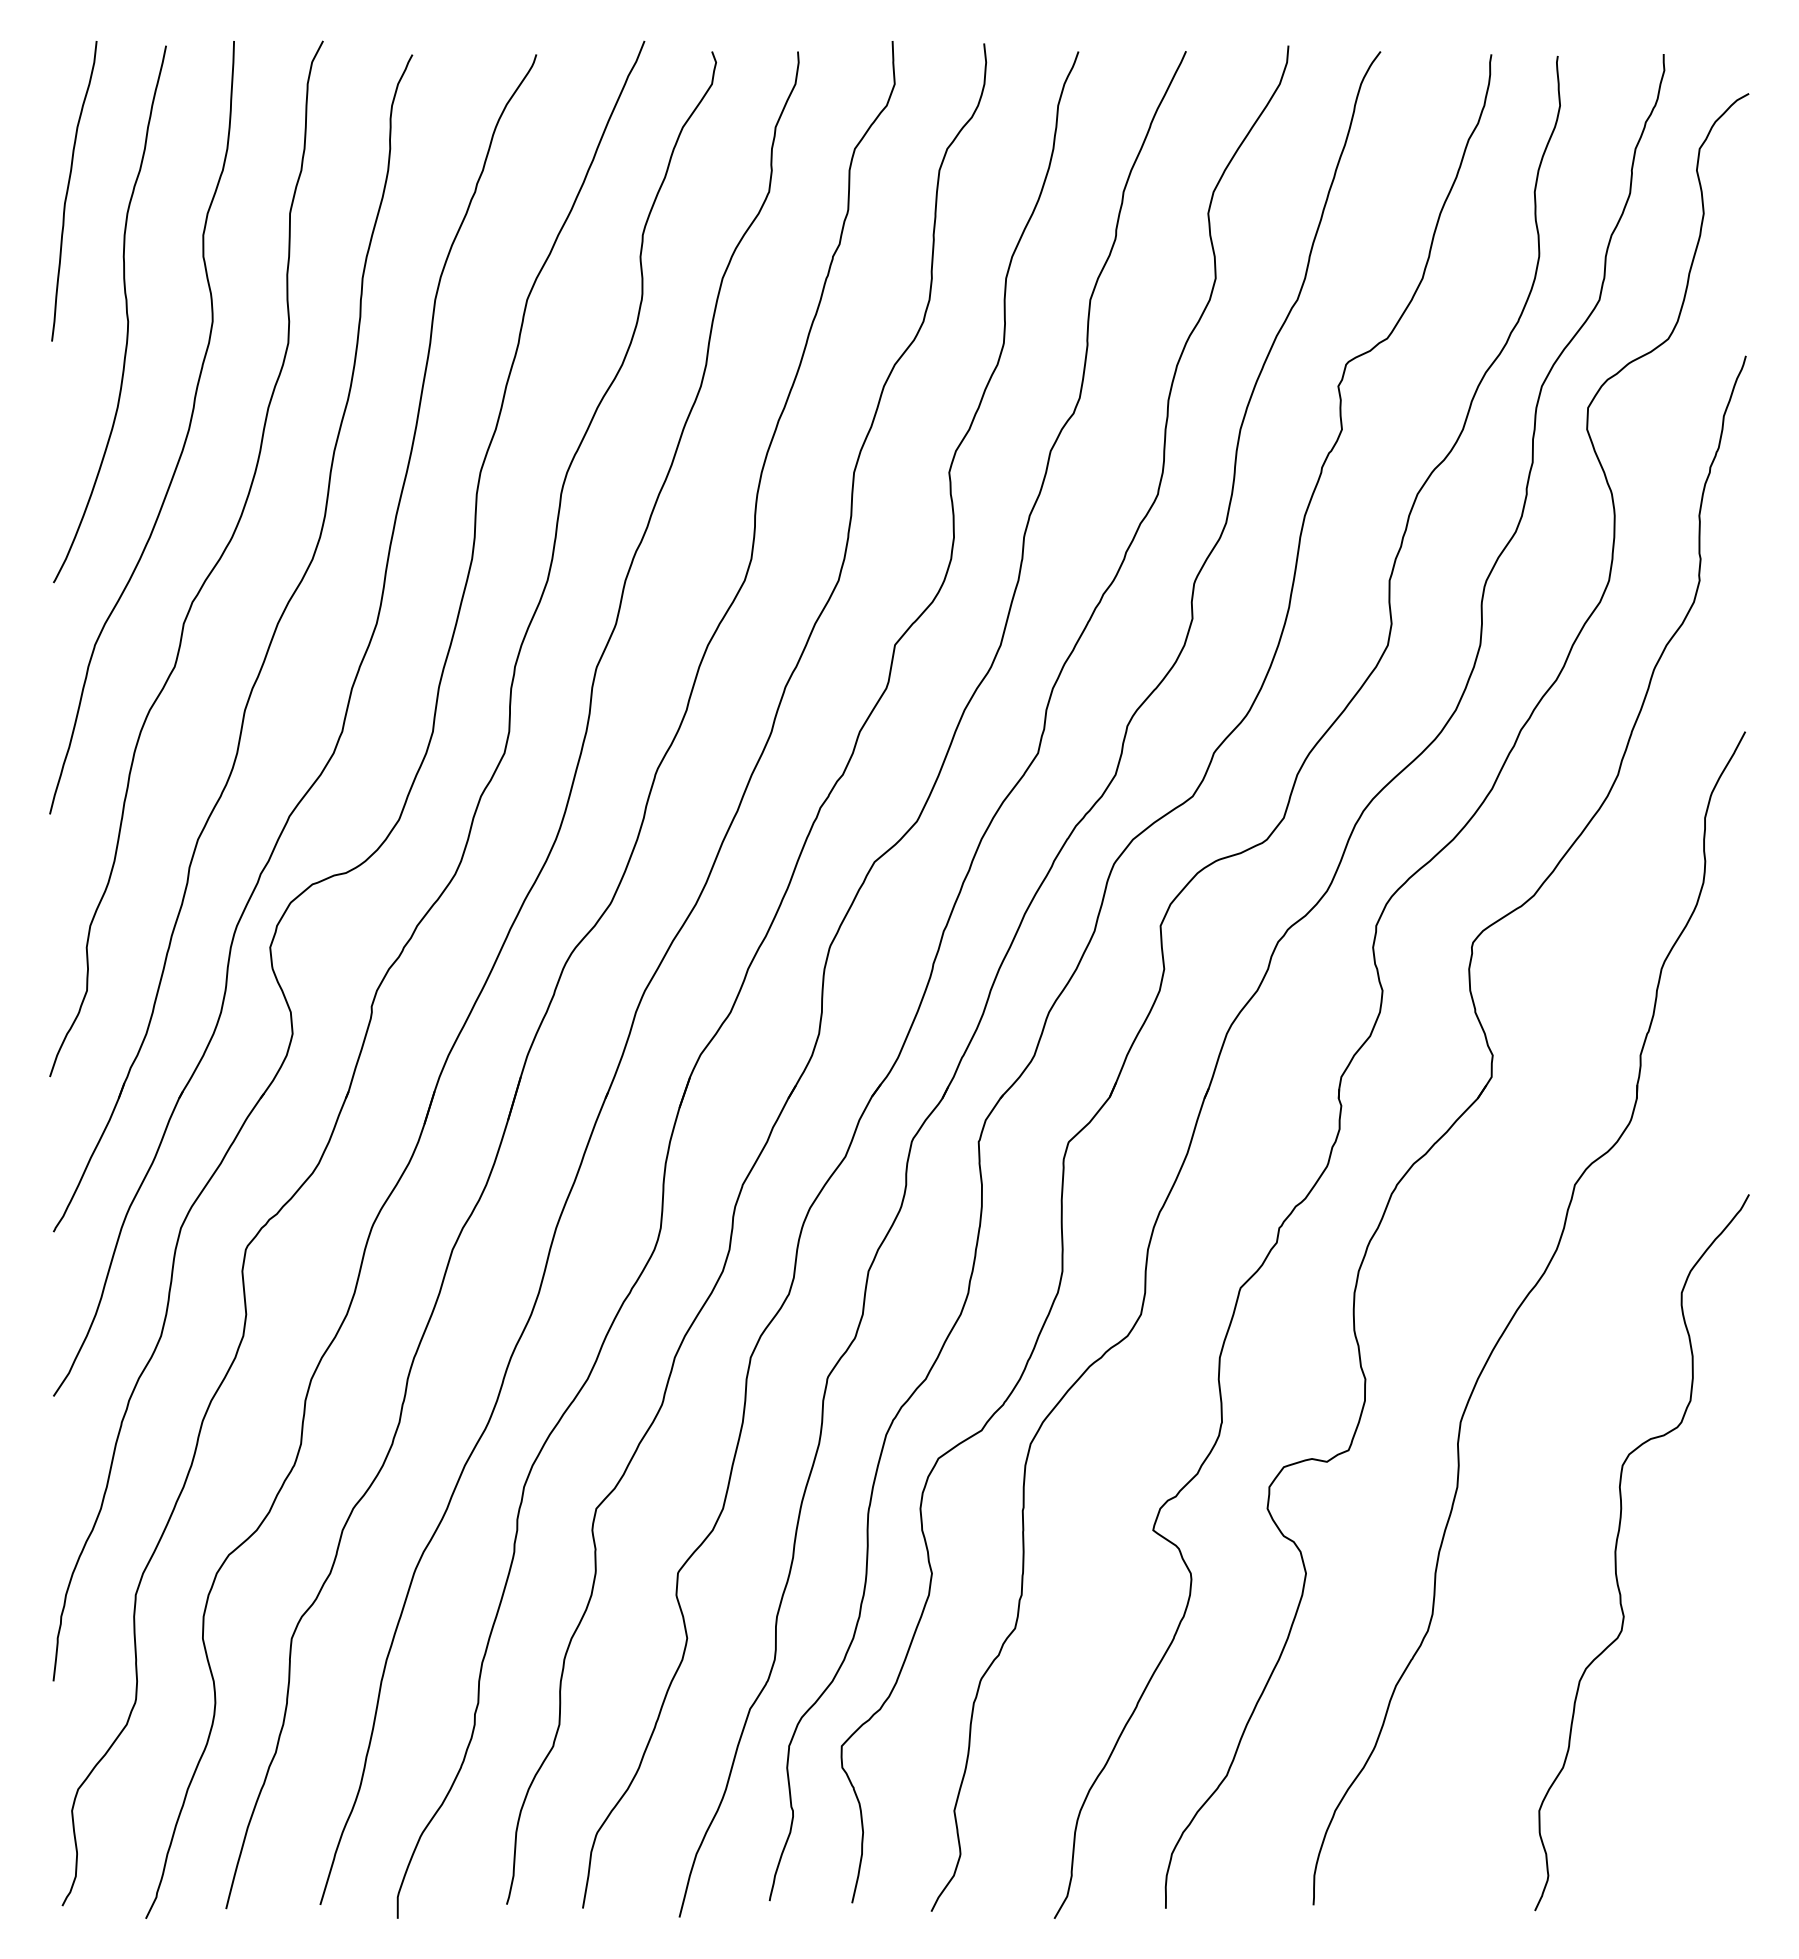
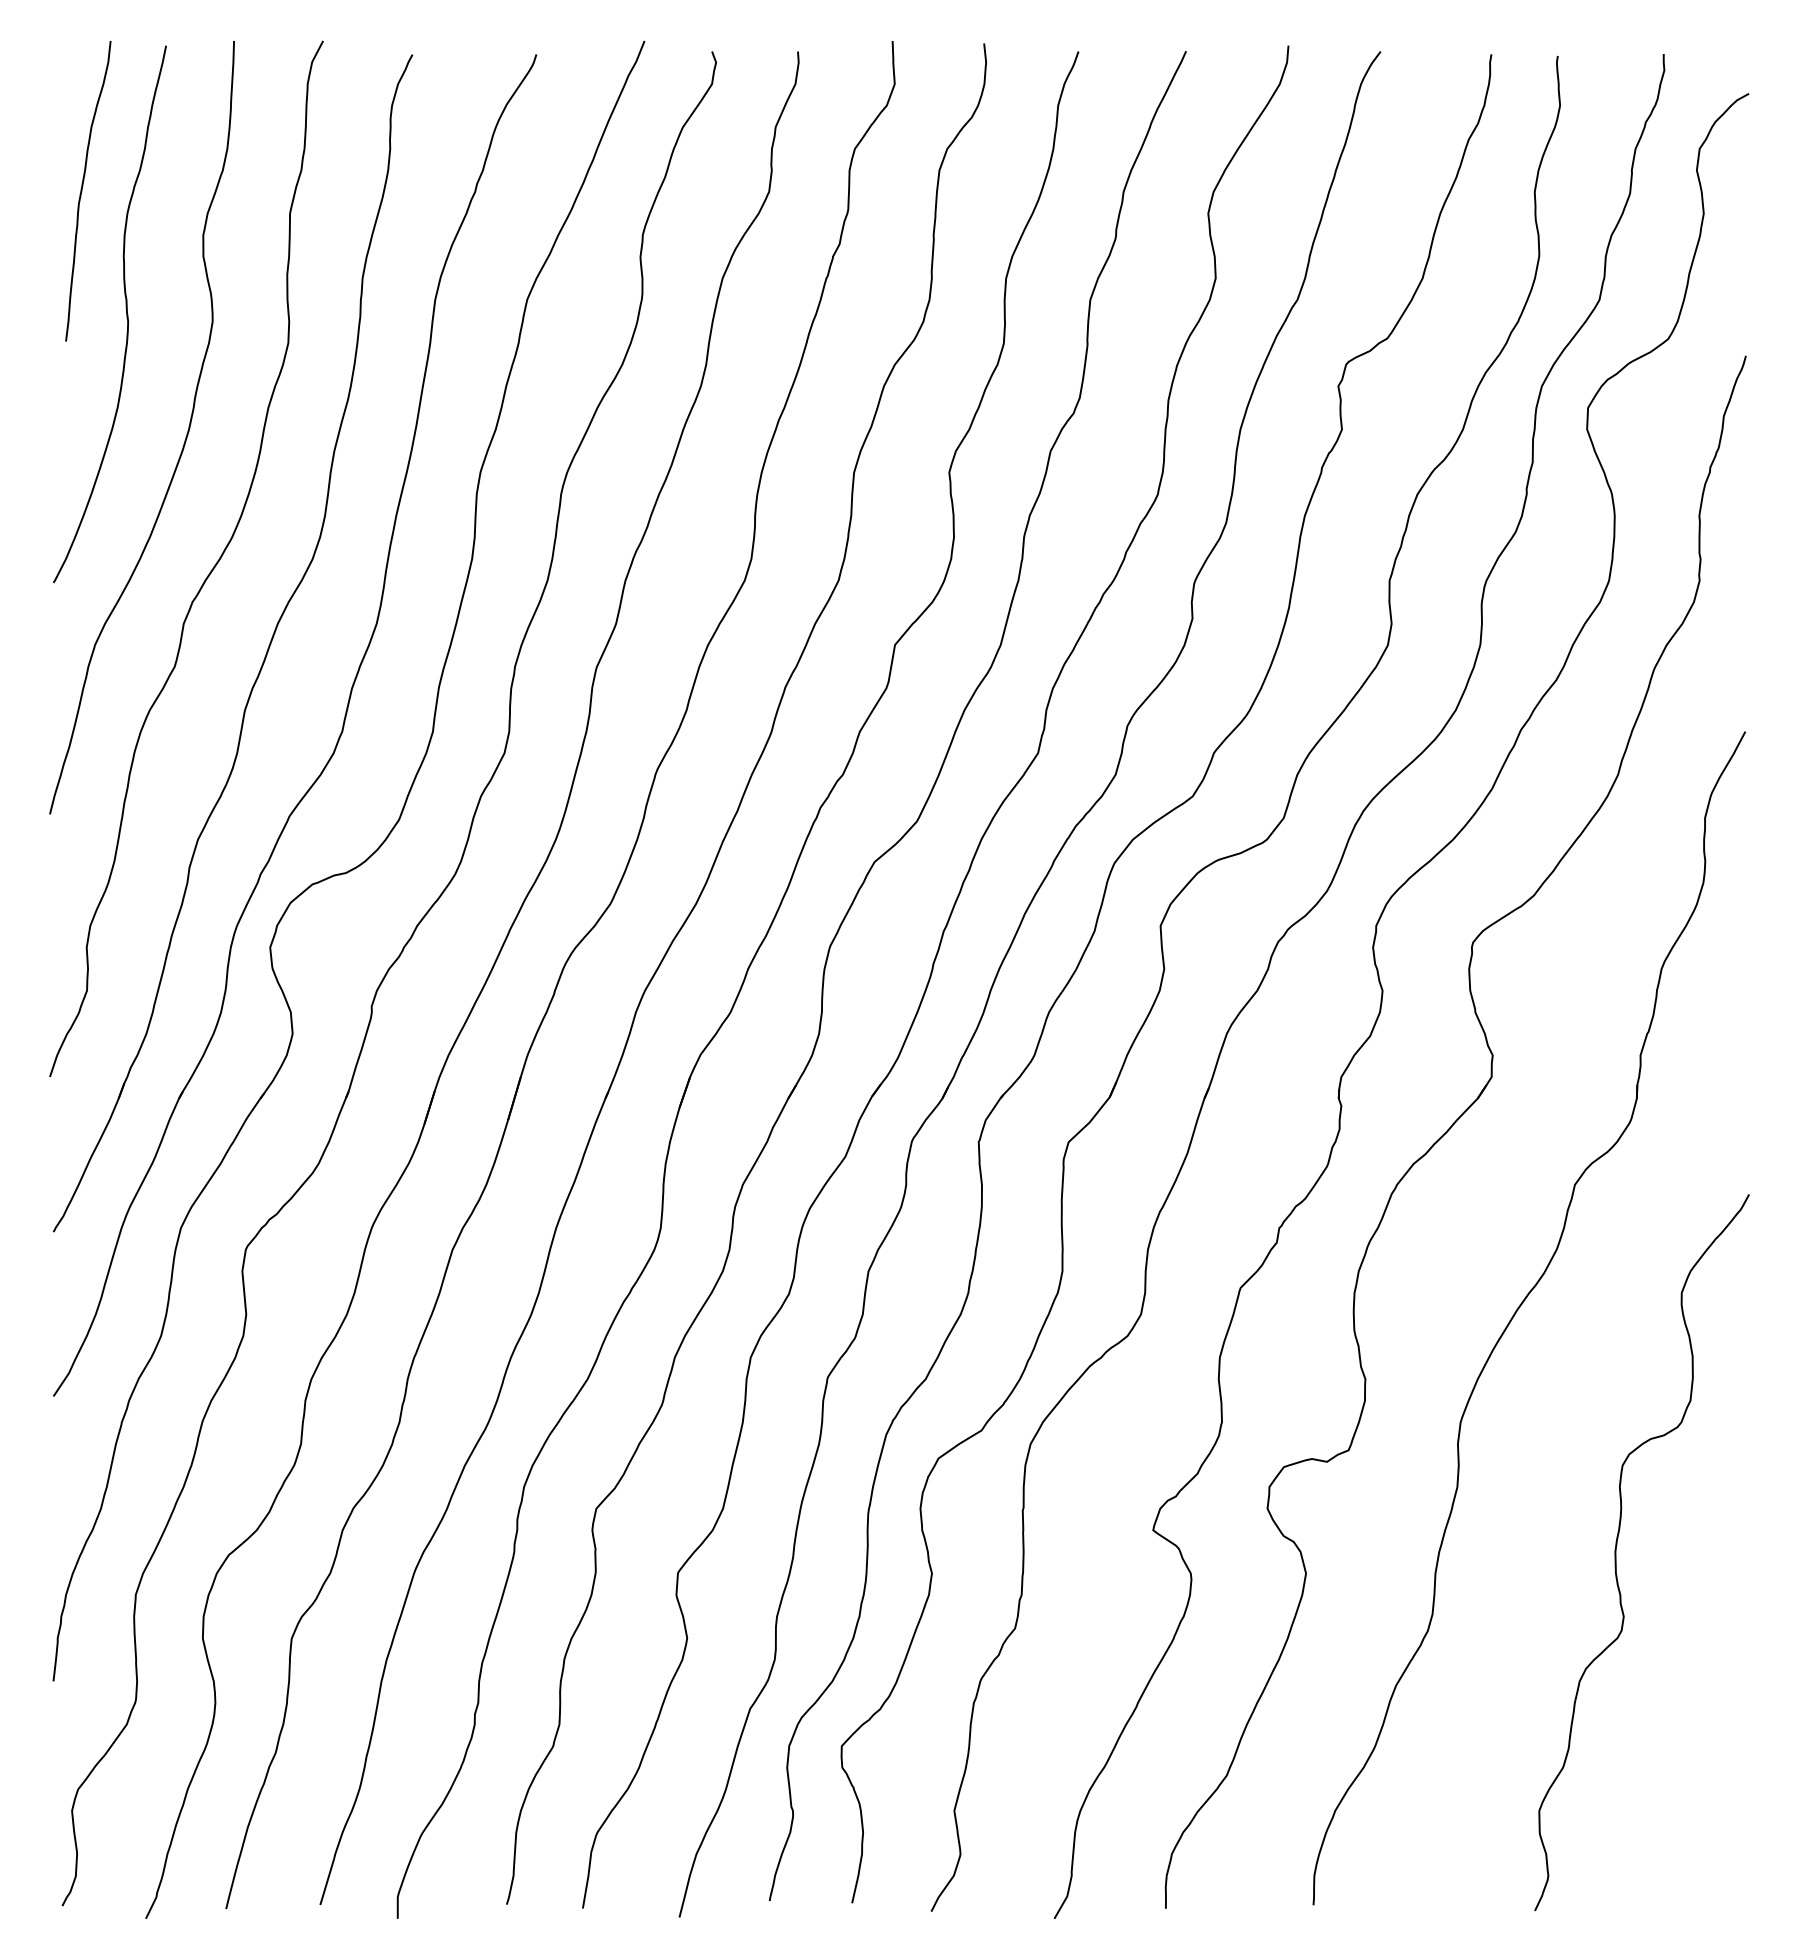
curve at (68, 191) position: (68, 191) -> (82, 191)
